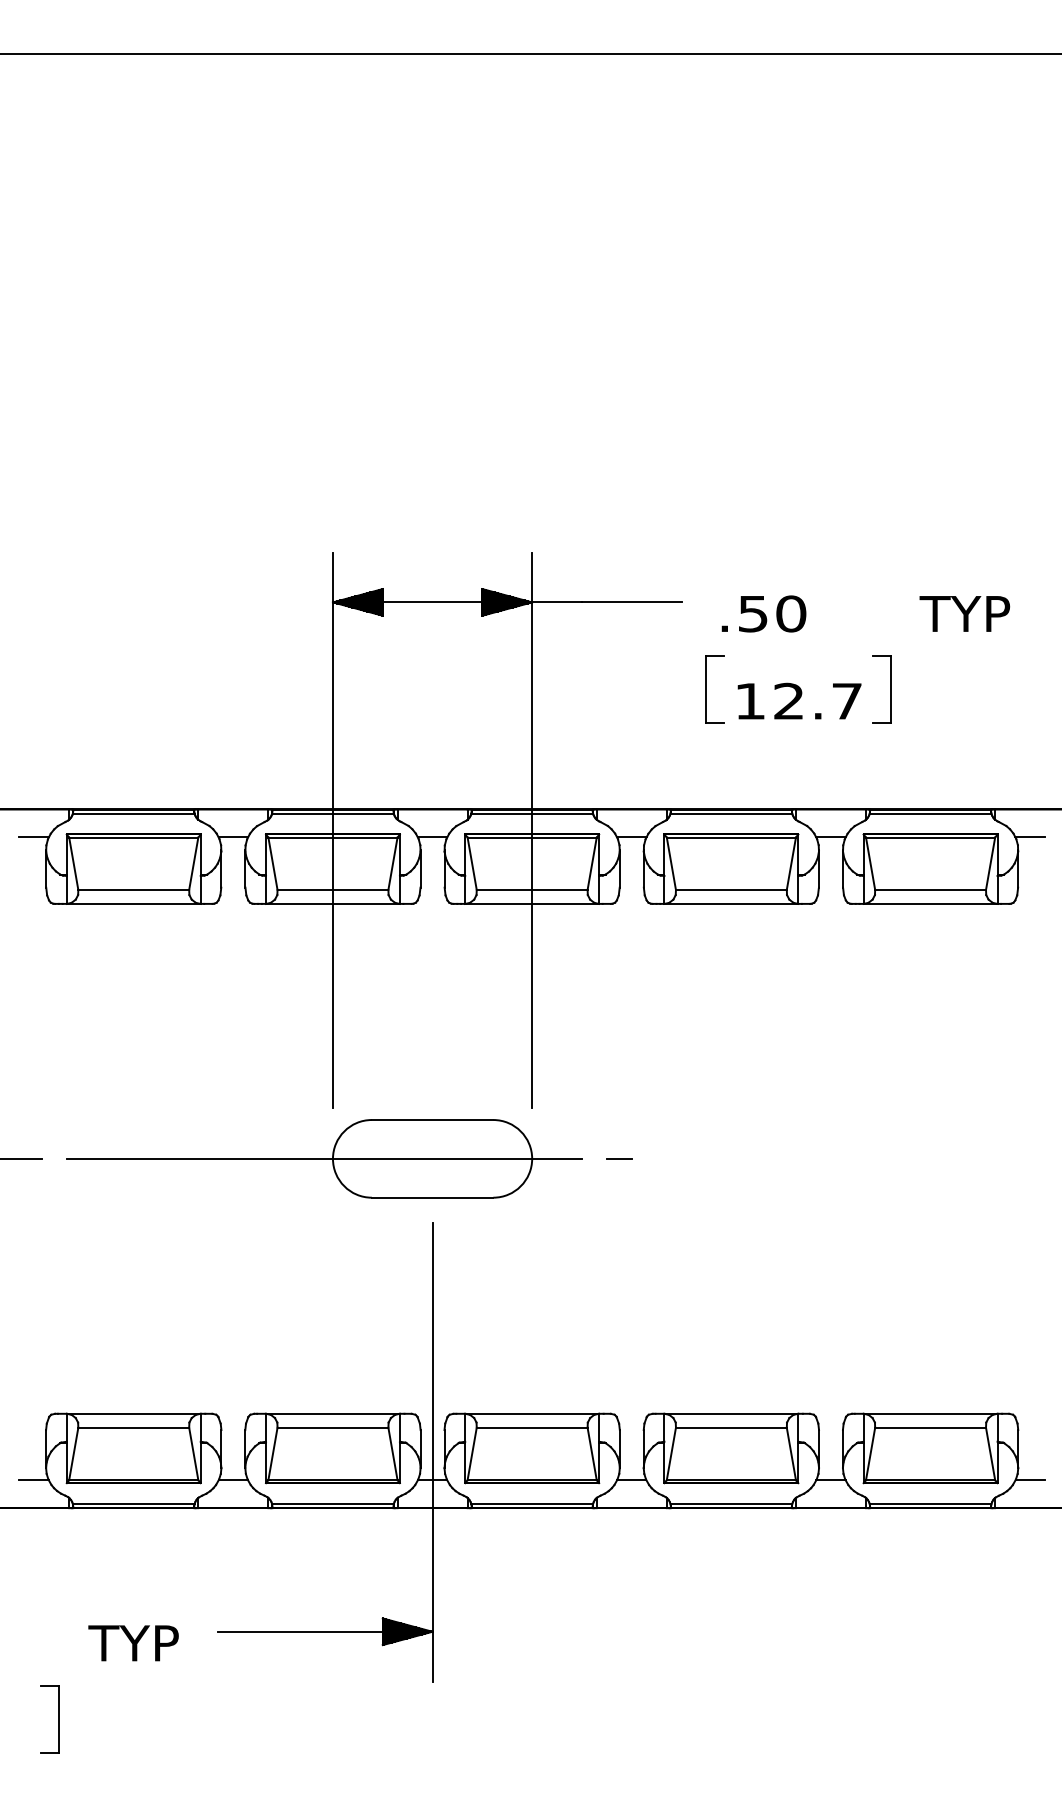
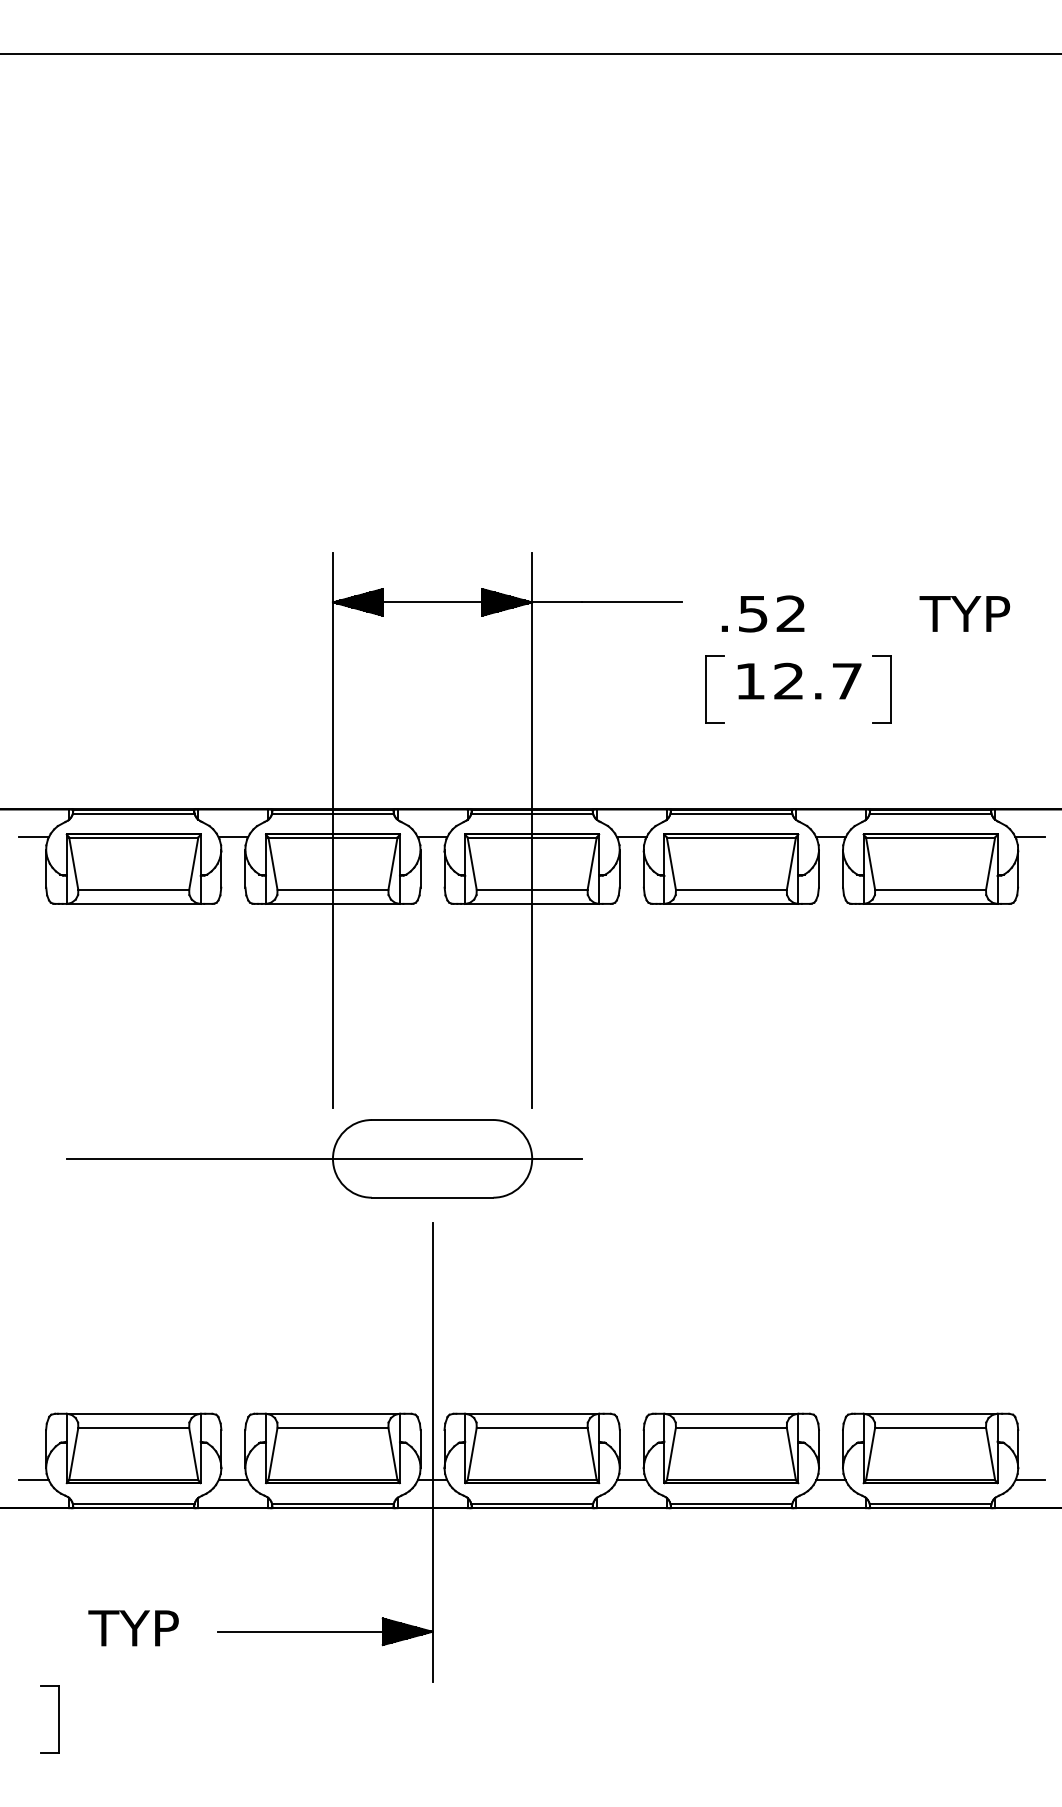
text at (791, 613): .50 -> .52
text at (799, 700) position: (799, 700) -> (799, 680)
line at (22, 1158): present -> none
line at (618, 1158): present -> none
text at (133, 1643) position: (133, 1643) -> (133, 1628)
